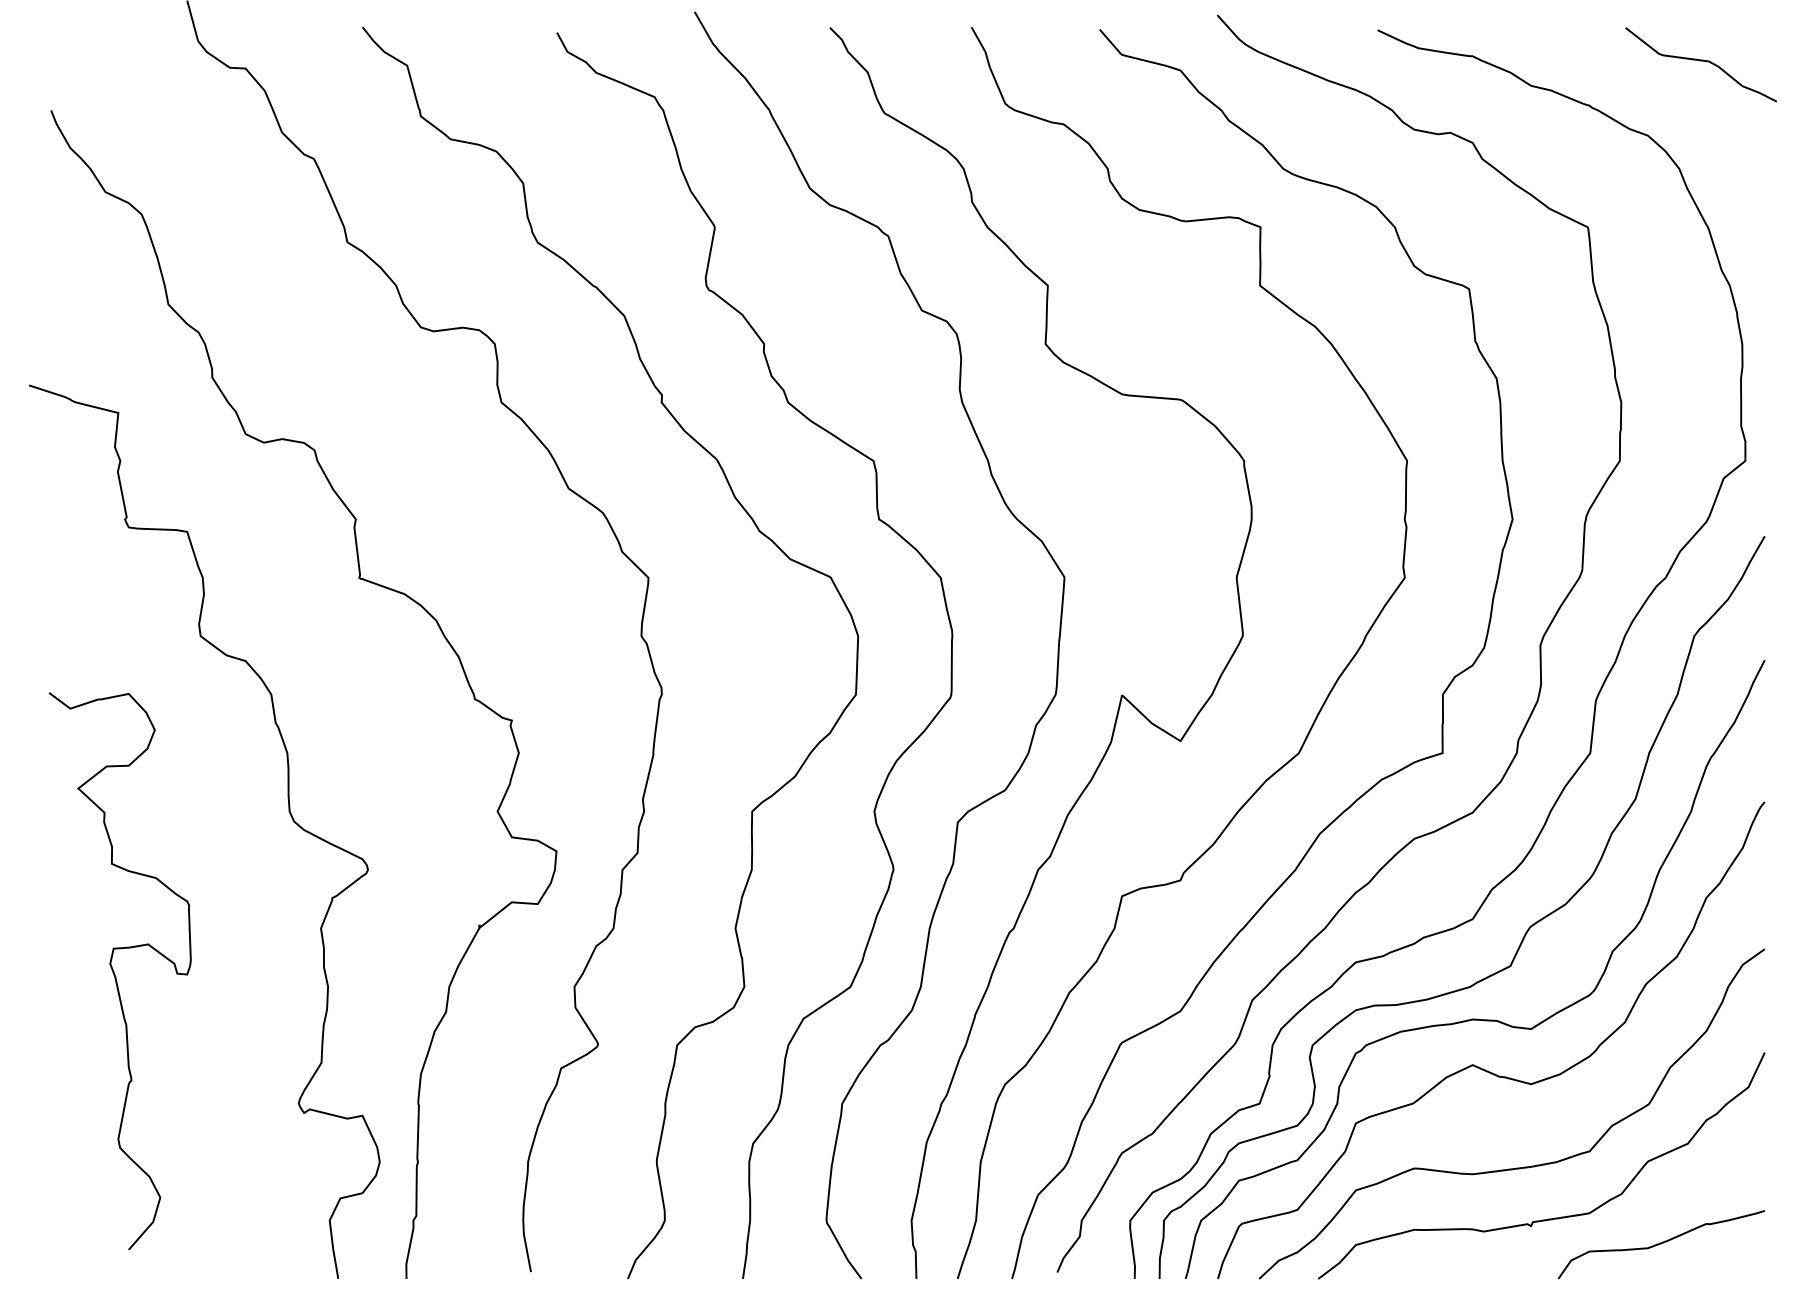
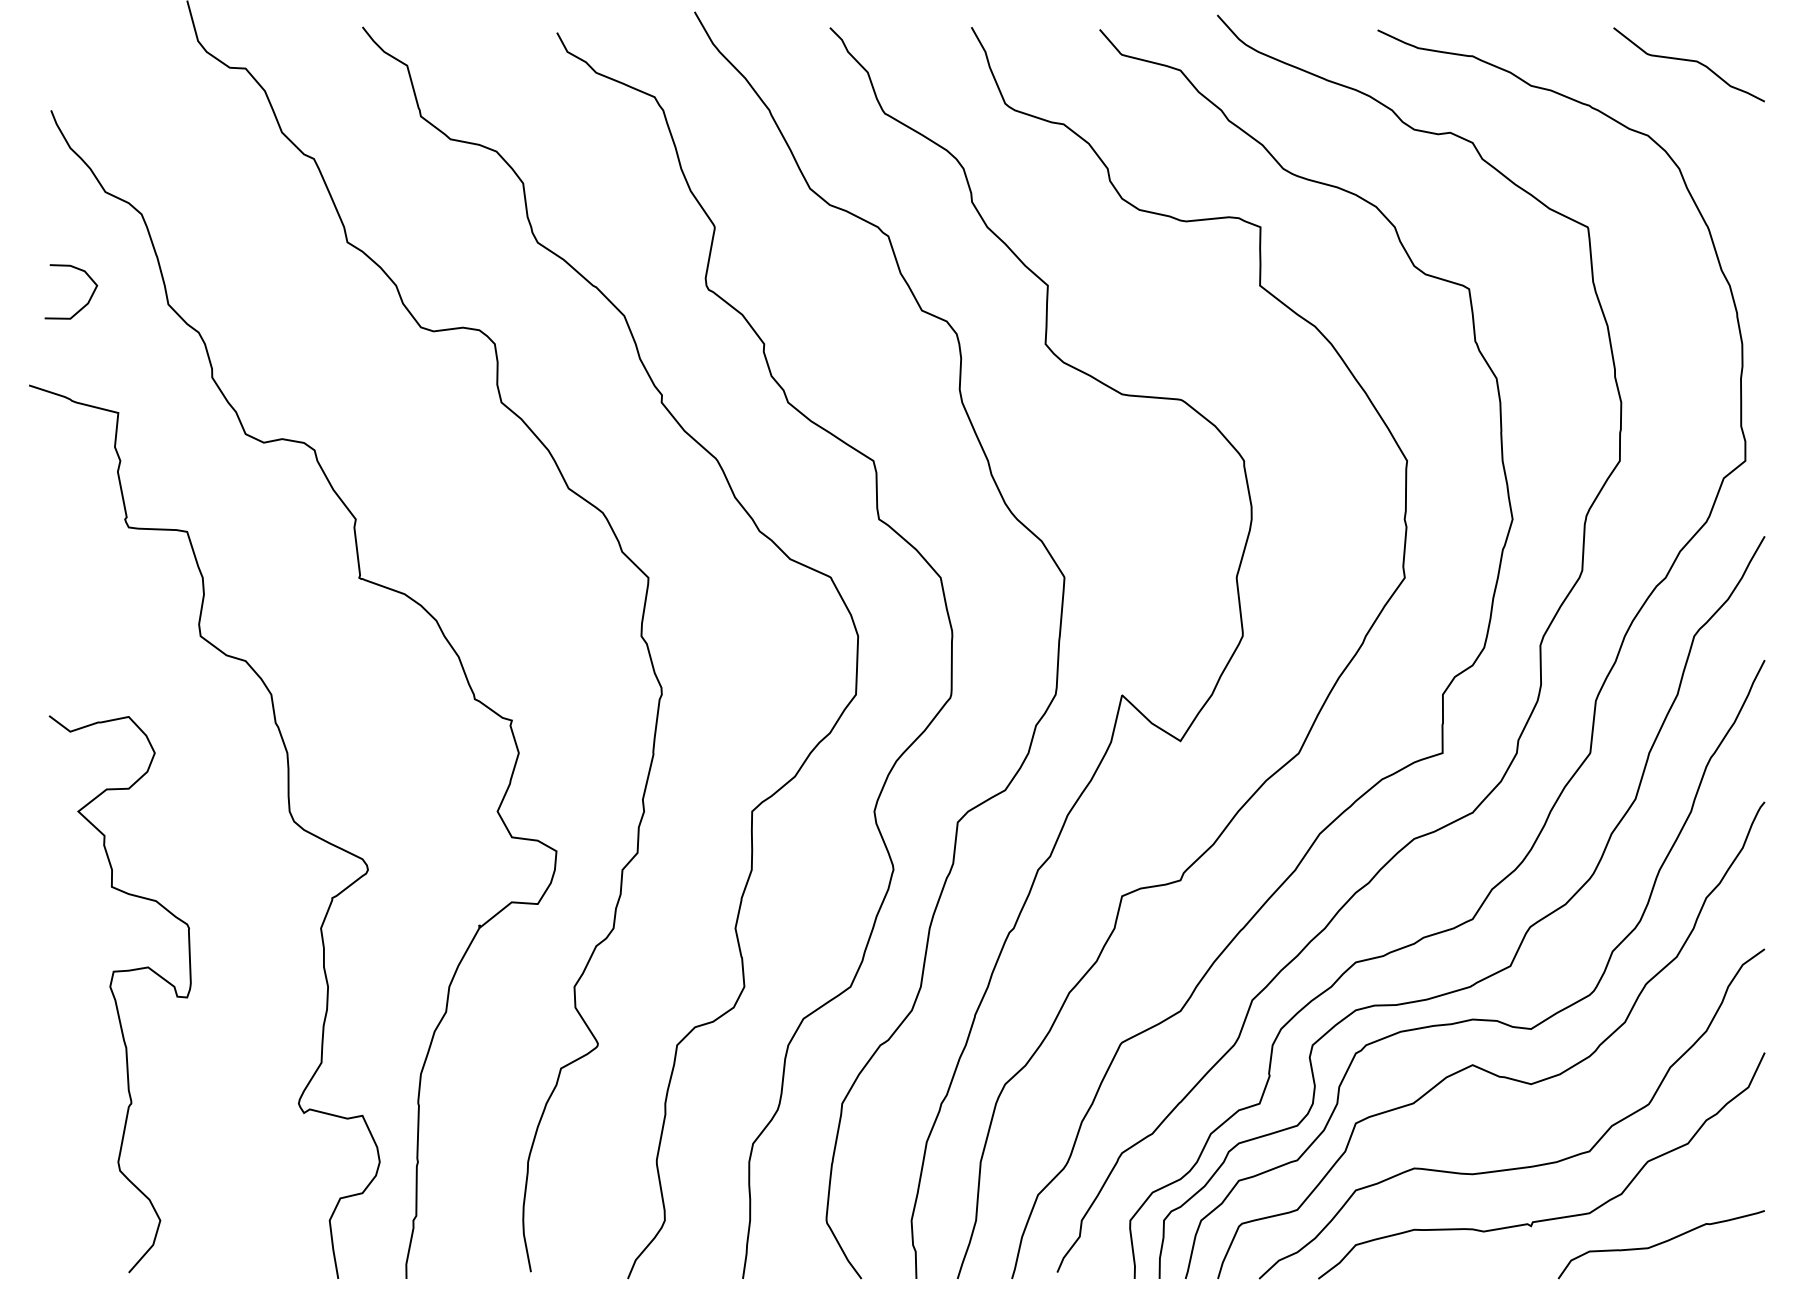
curve at (1700, 61) position: (1700, 61) -> (1688, 61)
curve at (81, 307): none -> present
curve at (114, 971) position: (114, 971) -> (114, 994)
